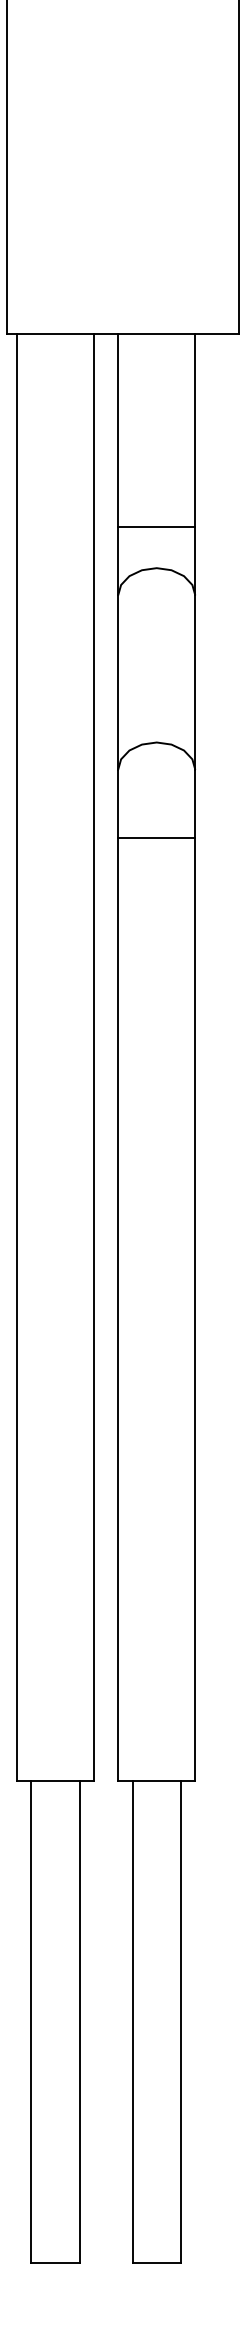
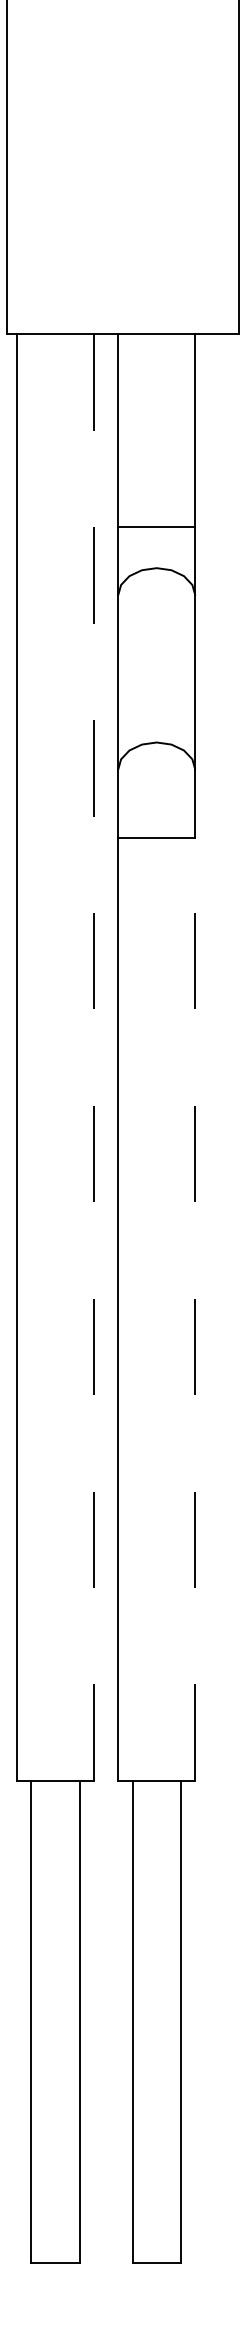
line at (94, 1057): solid -> dashed
line at (195, 1308): solid -> dashed
